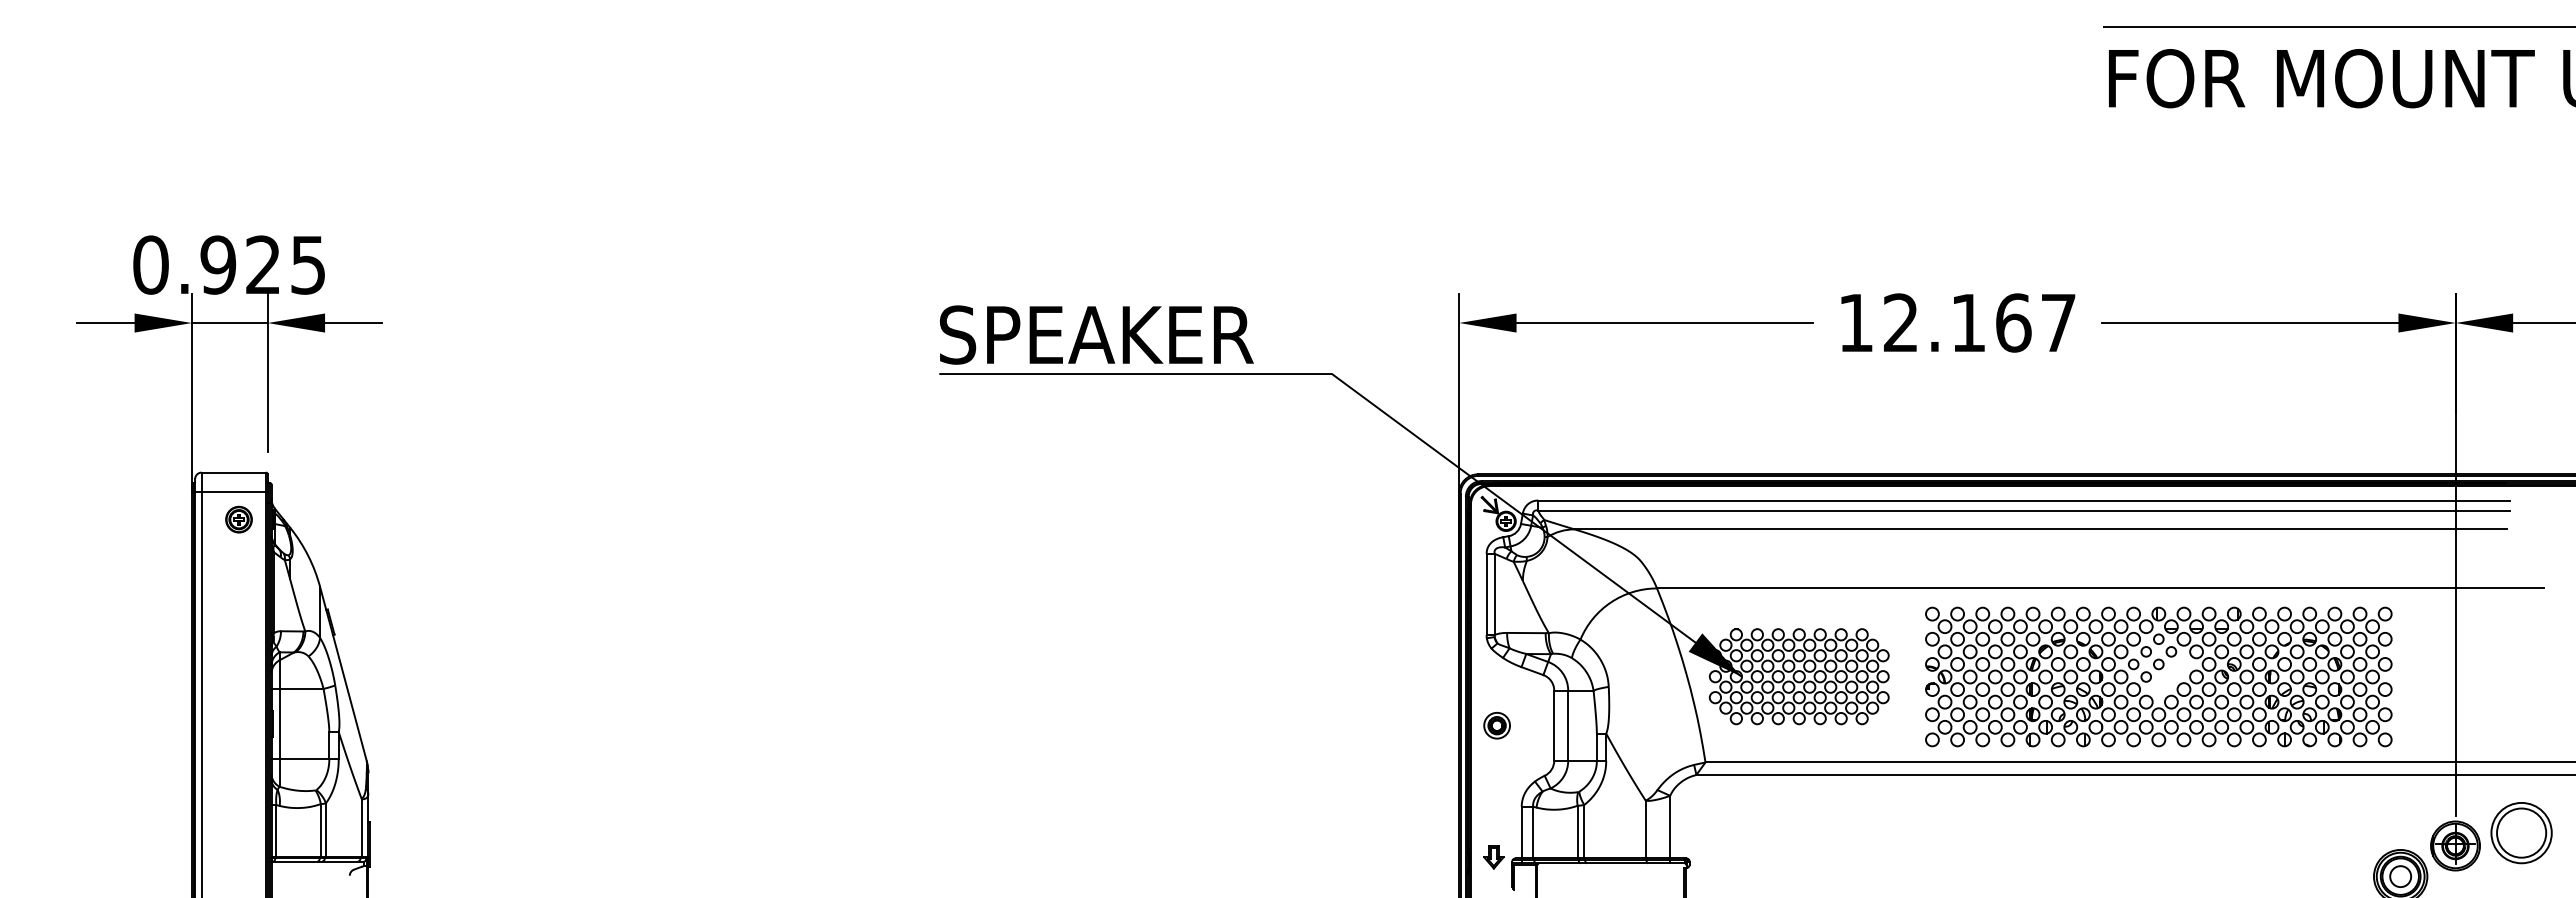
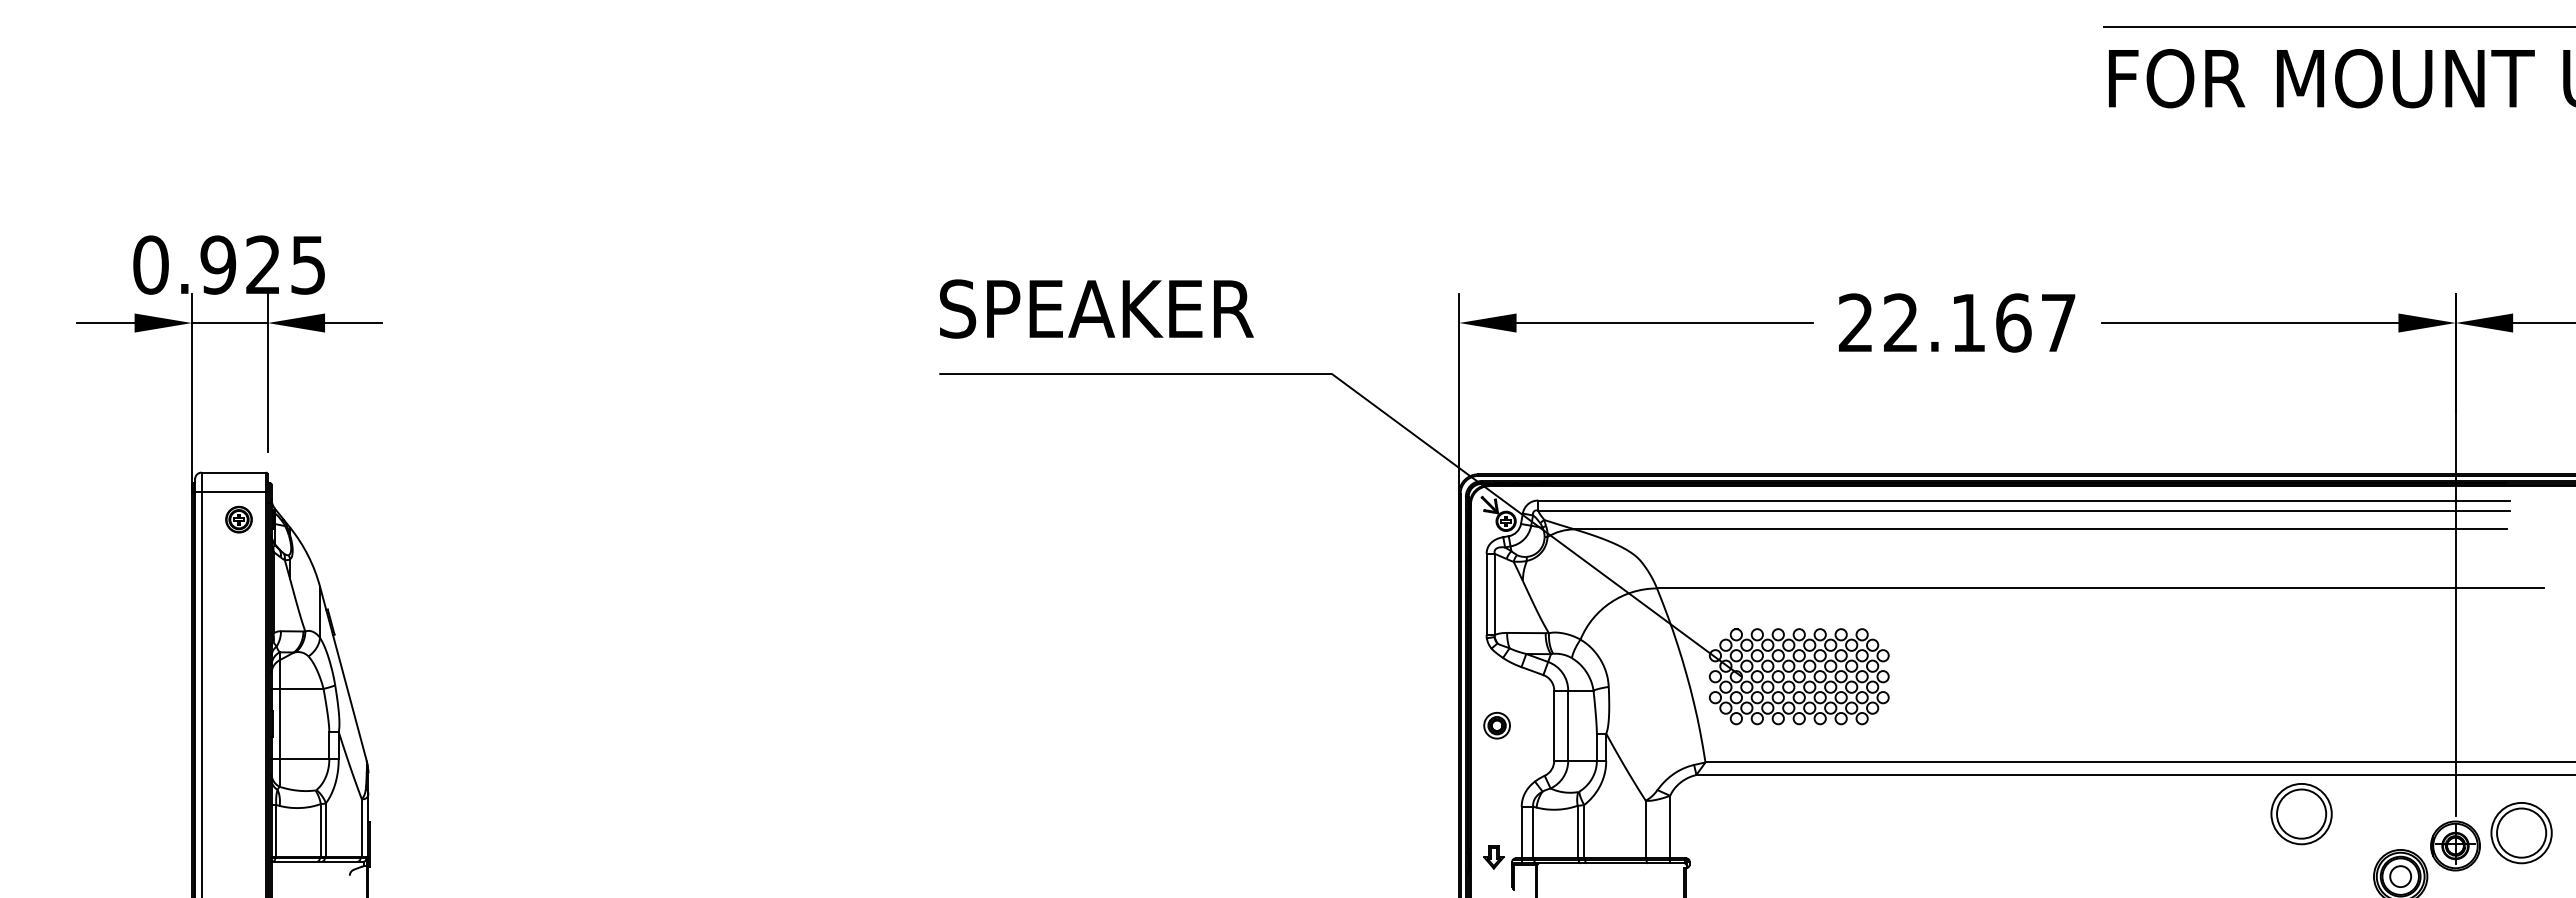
text at (1855, 322): 12.167 -> 22.167
text at (1096, 334) position: (1096, 334) -> (1096, 308)
fill at (1714, 654): present -> none
part at (2158, 676): present -> none
part at (2301, 814): none -> present
